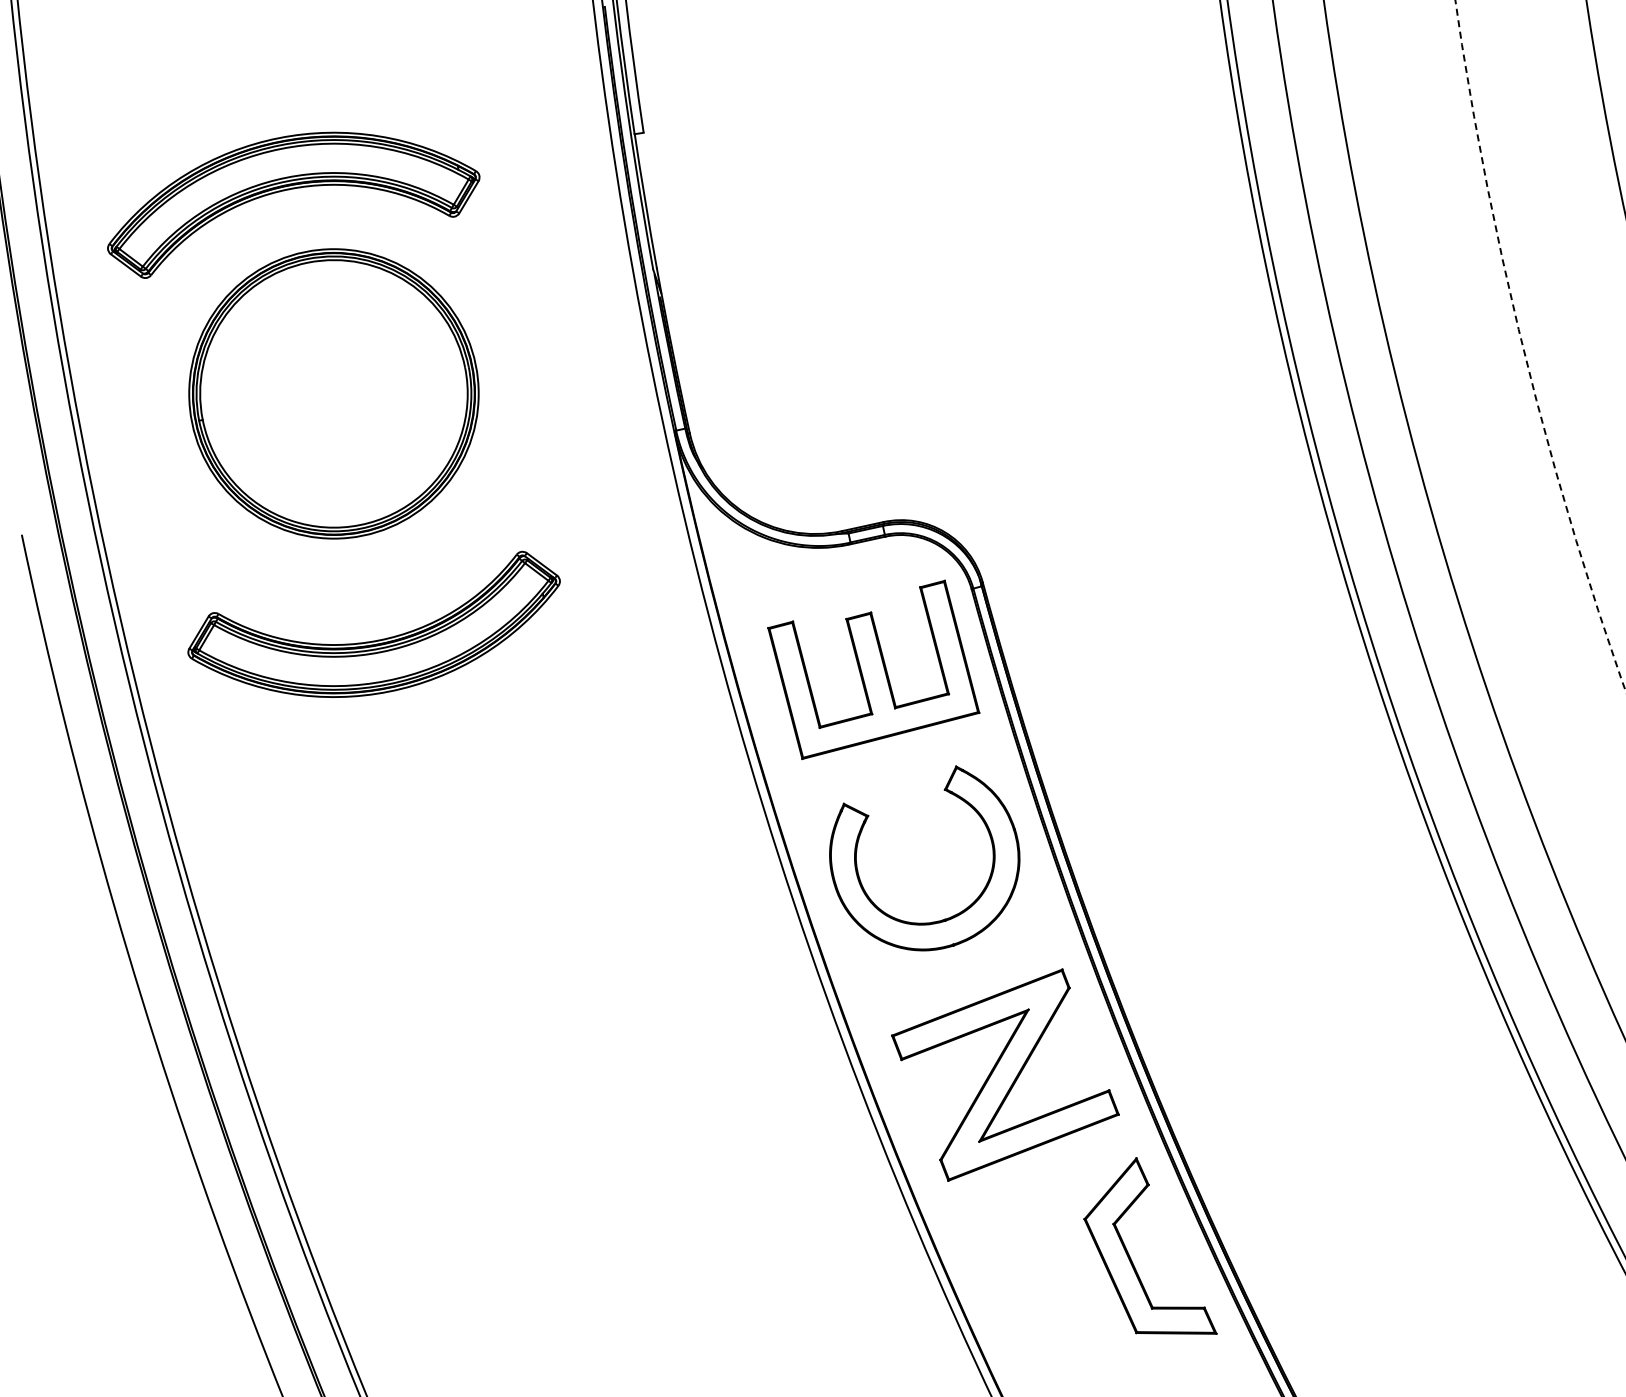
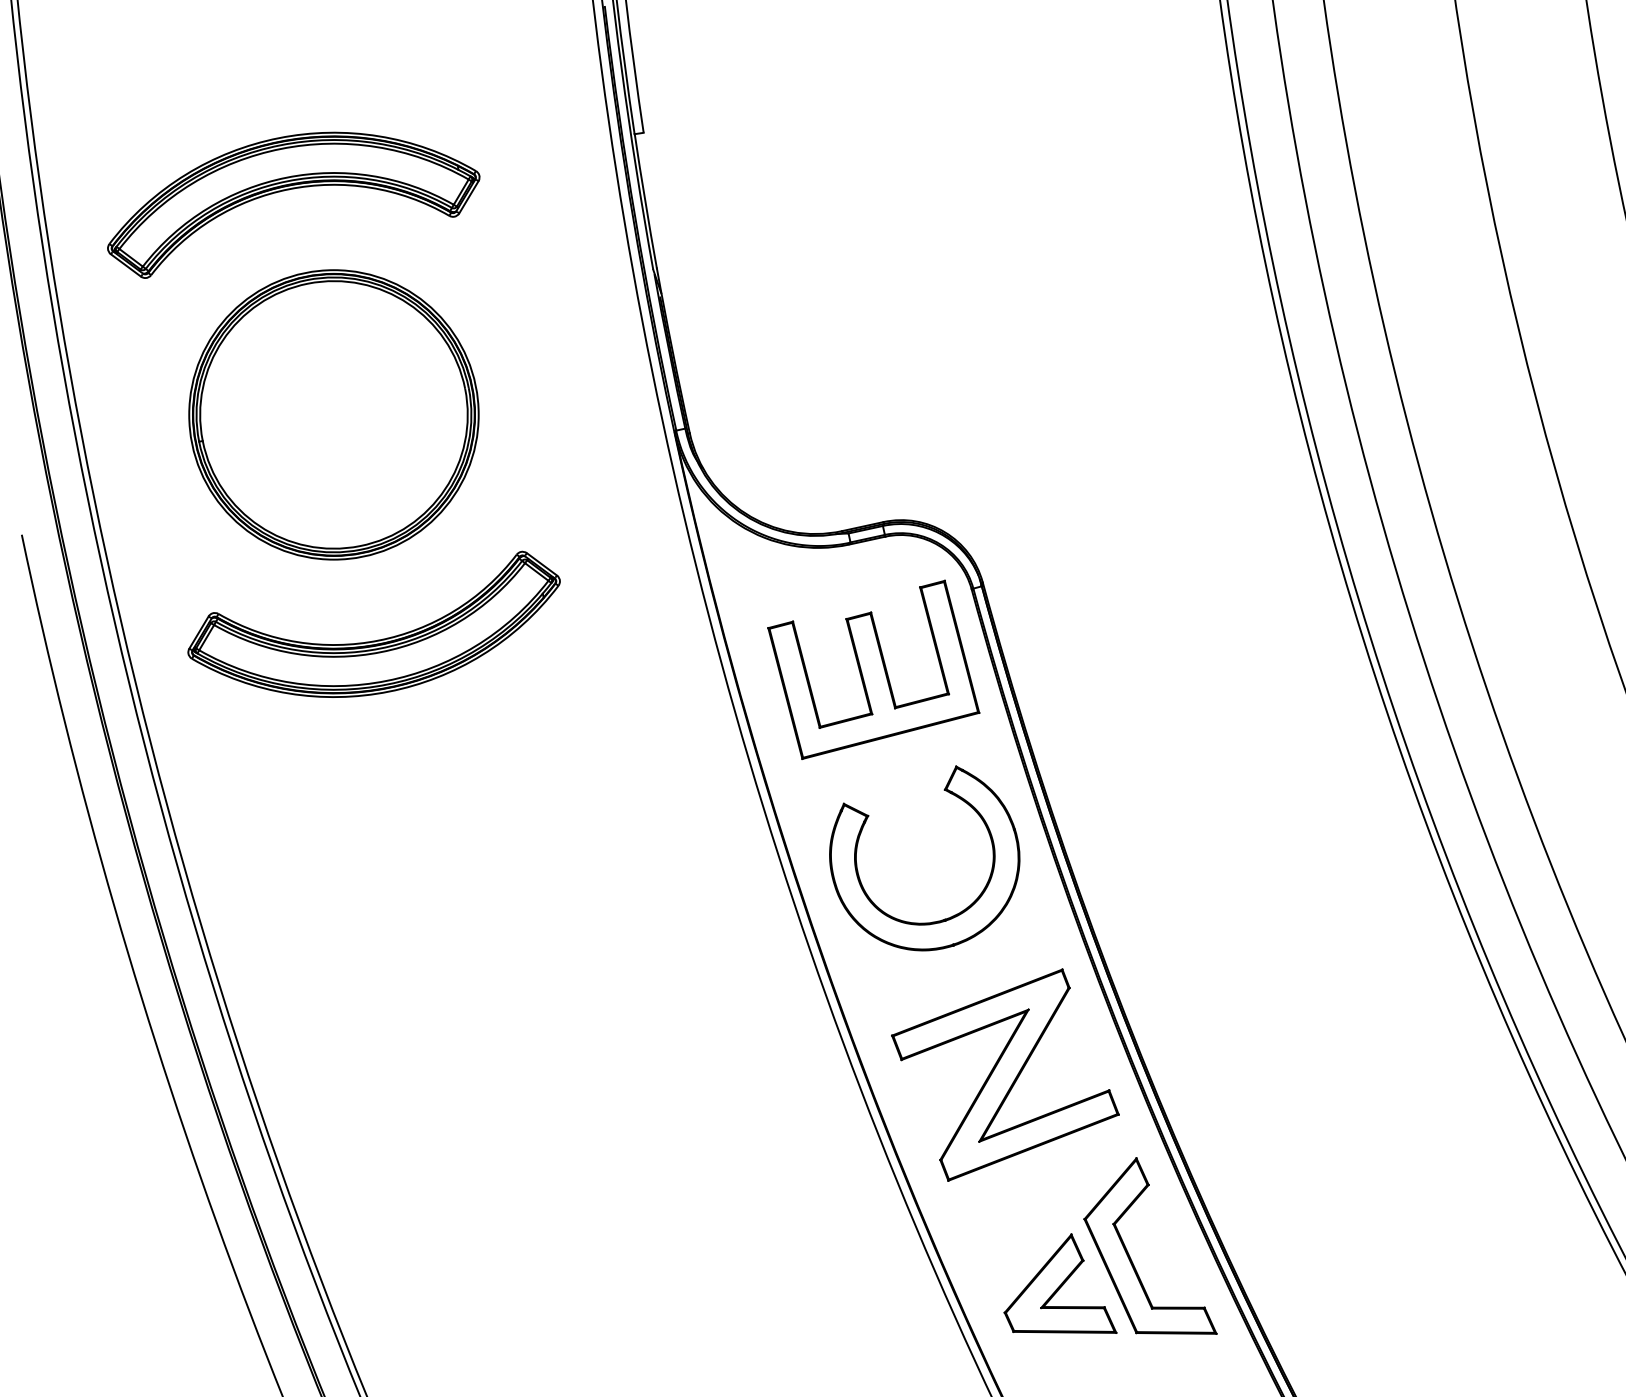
arc at (1524, 350): dashed -> solid
part at (333, 393) position: (333, 393) -> (333, 414)
part at (1060, 1283): none -> present
